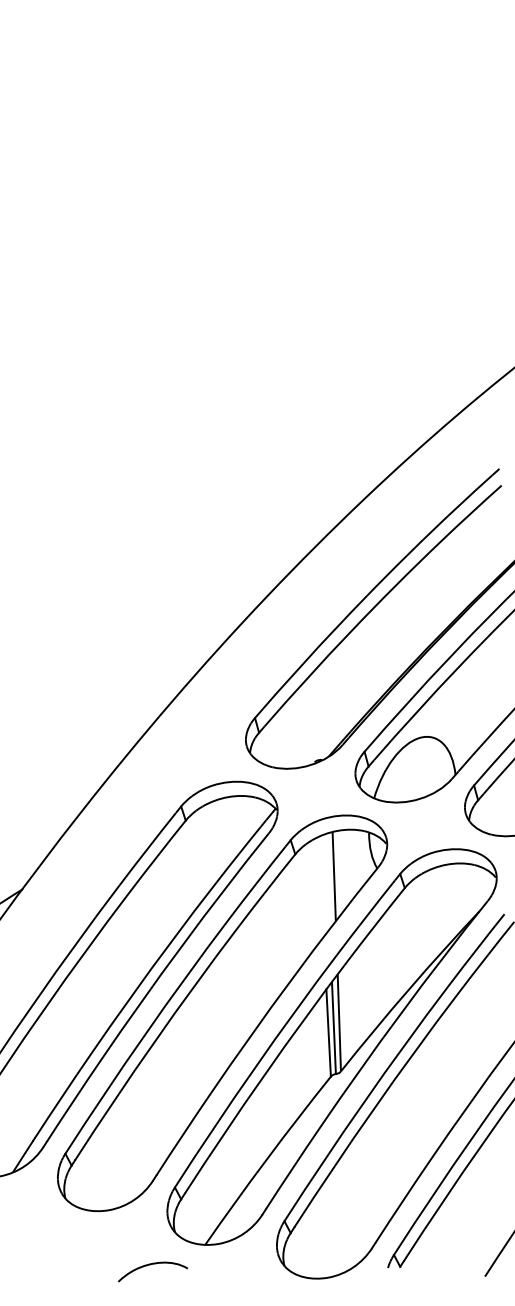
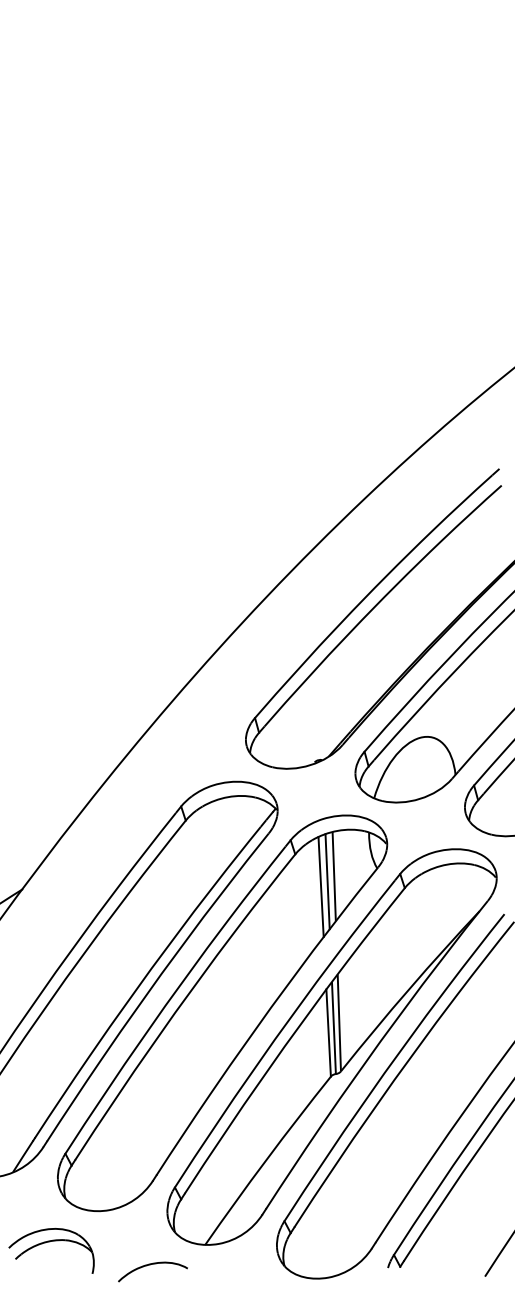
line at (327, 881): none -> present
line at (320, 886): none -> present
part at (49, 1242): none -> present
